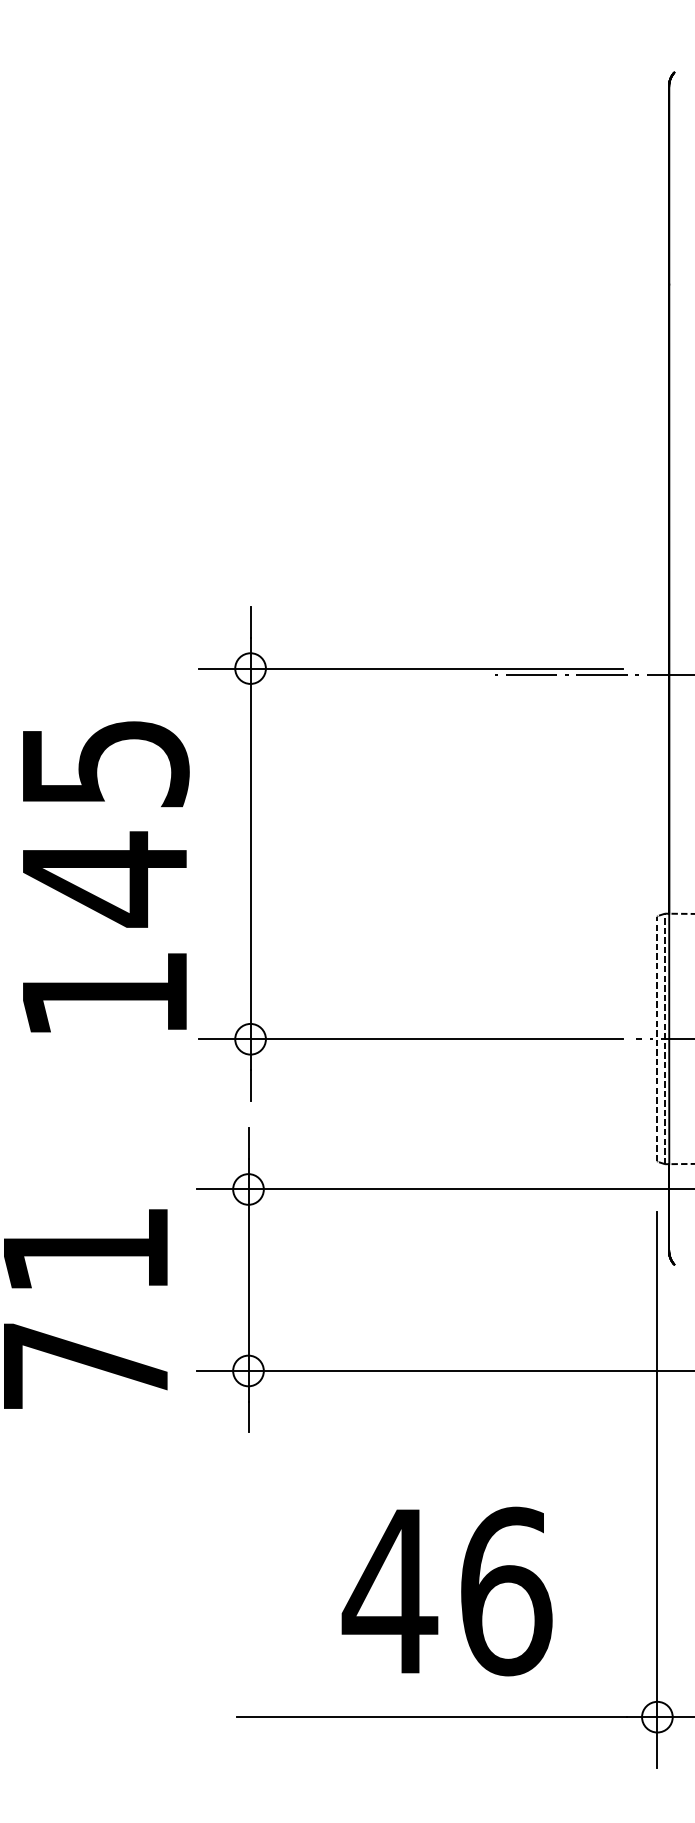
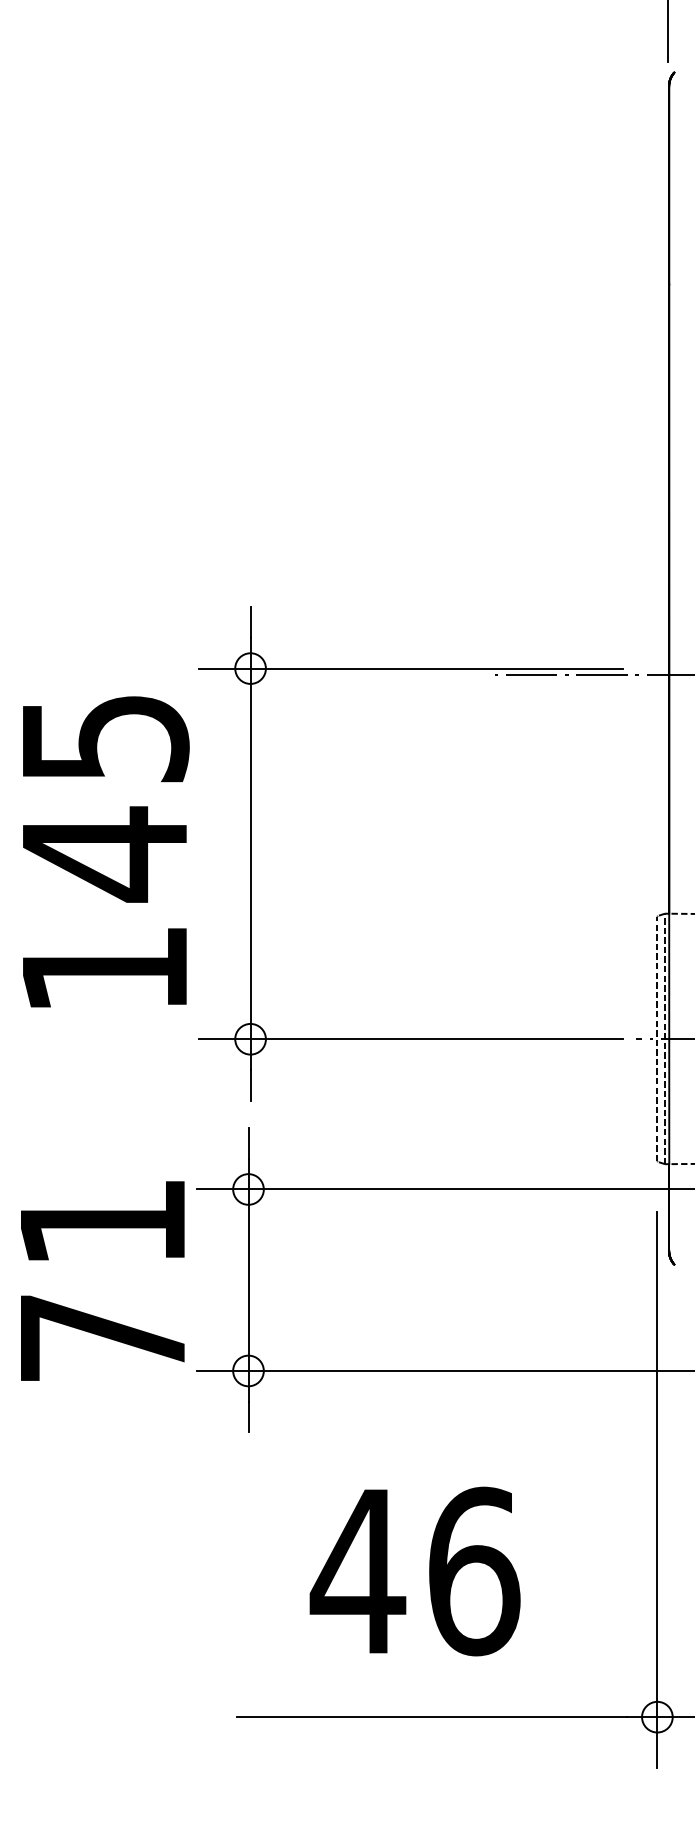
line at (668, 32): none -> present
text at (106, 876) position: (106, 876) -> (106, 851)
text at (85, 1308) position: (85, 1308) -> (102, 1280)
text at (446, 1591) position: (446, 1591) -> (414, 1571)
